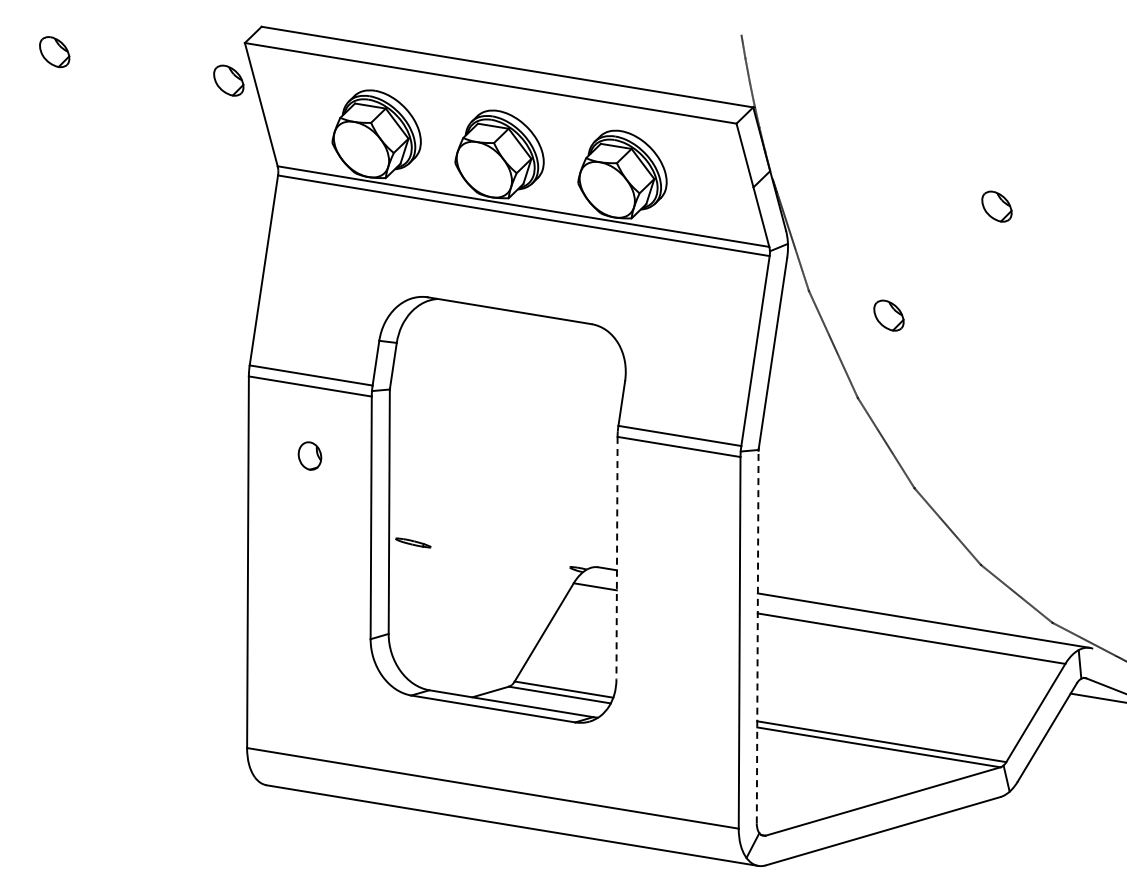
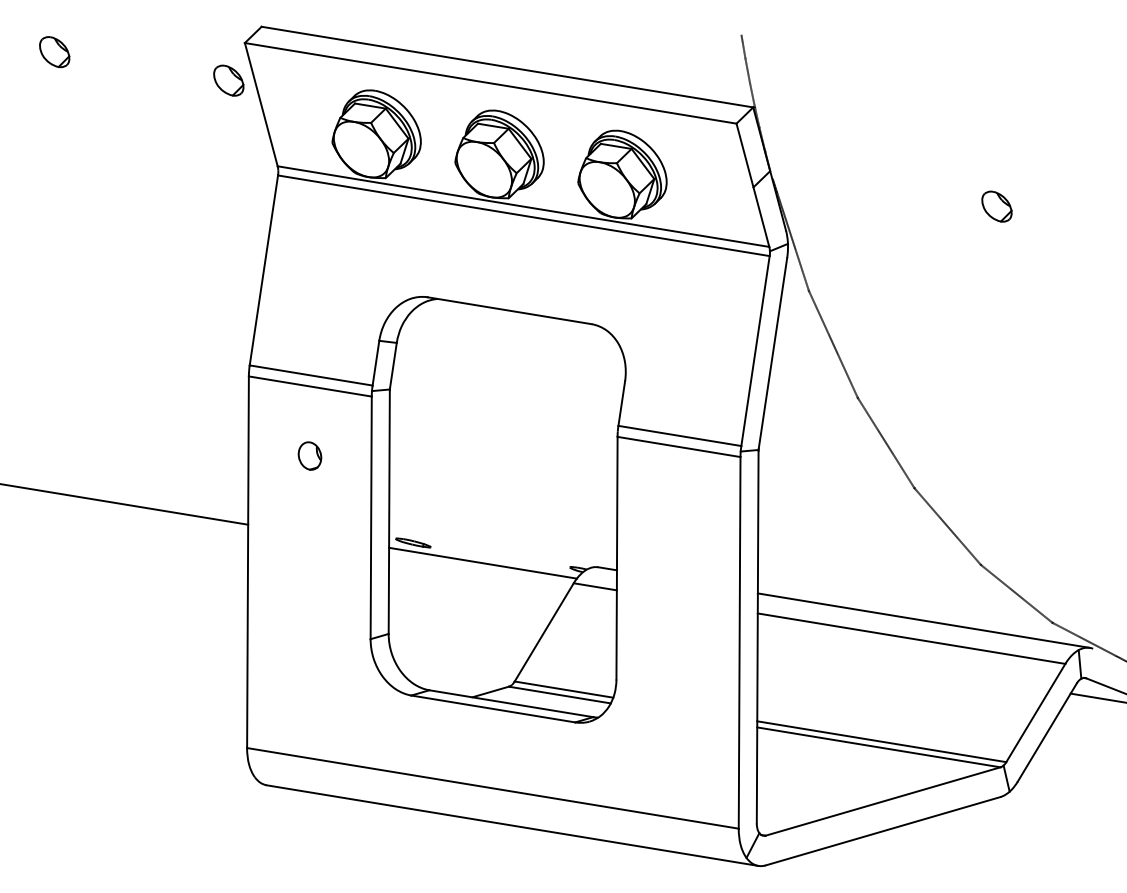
part at (888, 315): present -> none
line at (125, 504): none -> present
line at (617, 558): dashed -> solid
line at (482, 562): none -> present
line at (757, 637): dashed -> solid
